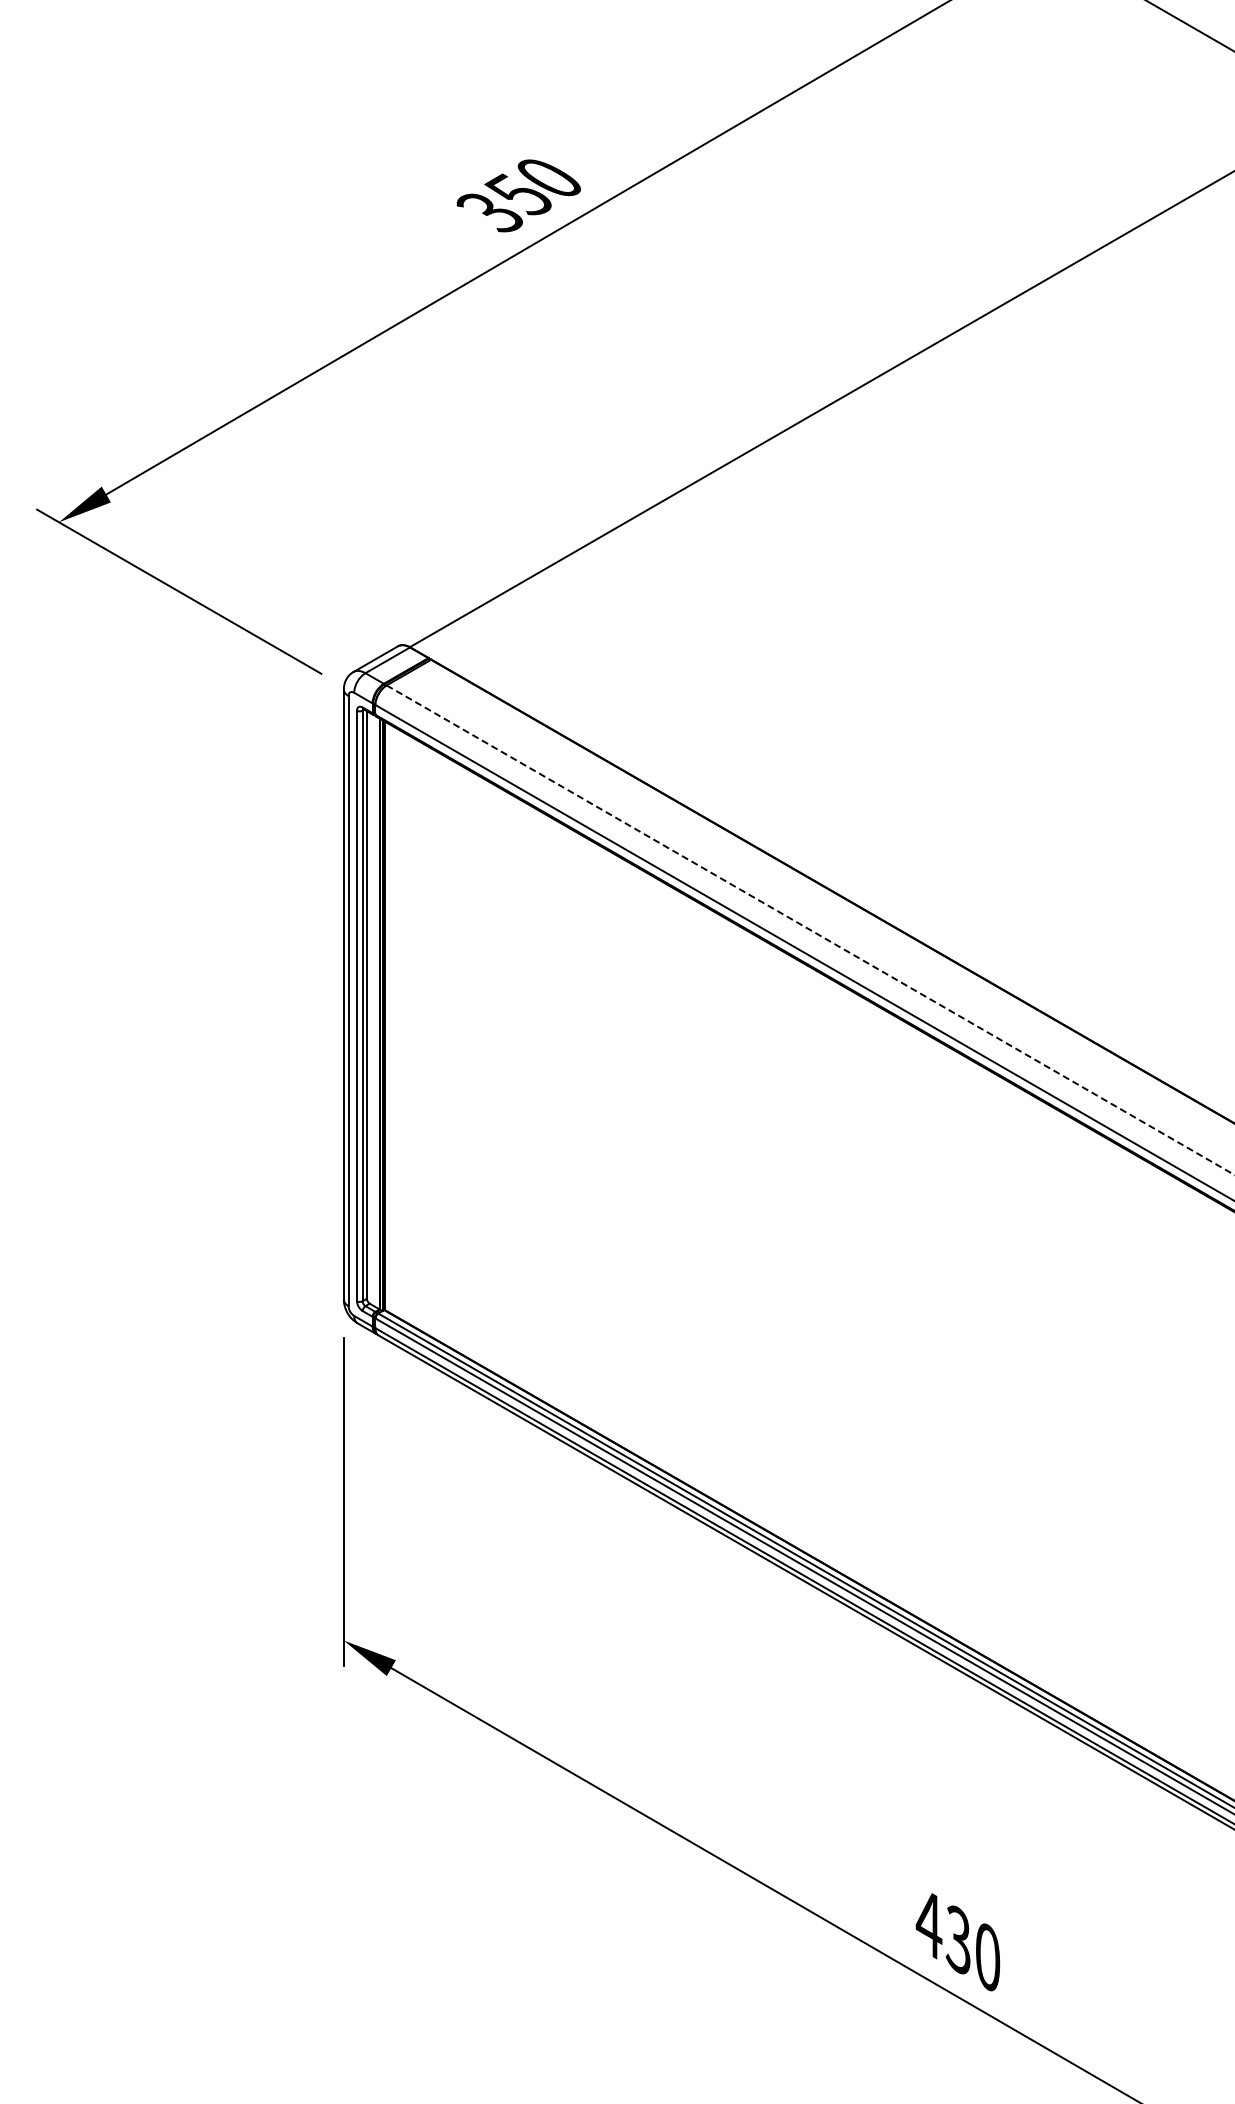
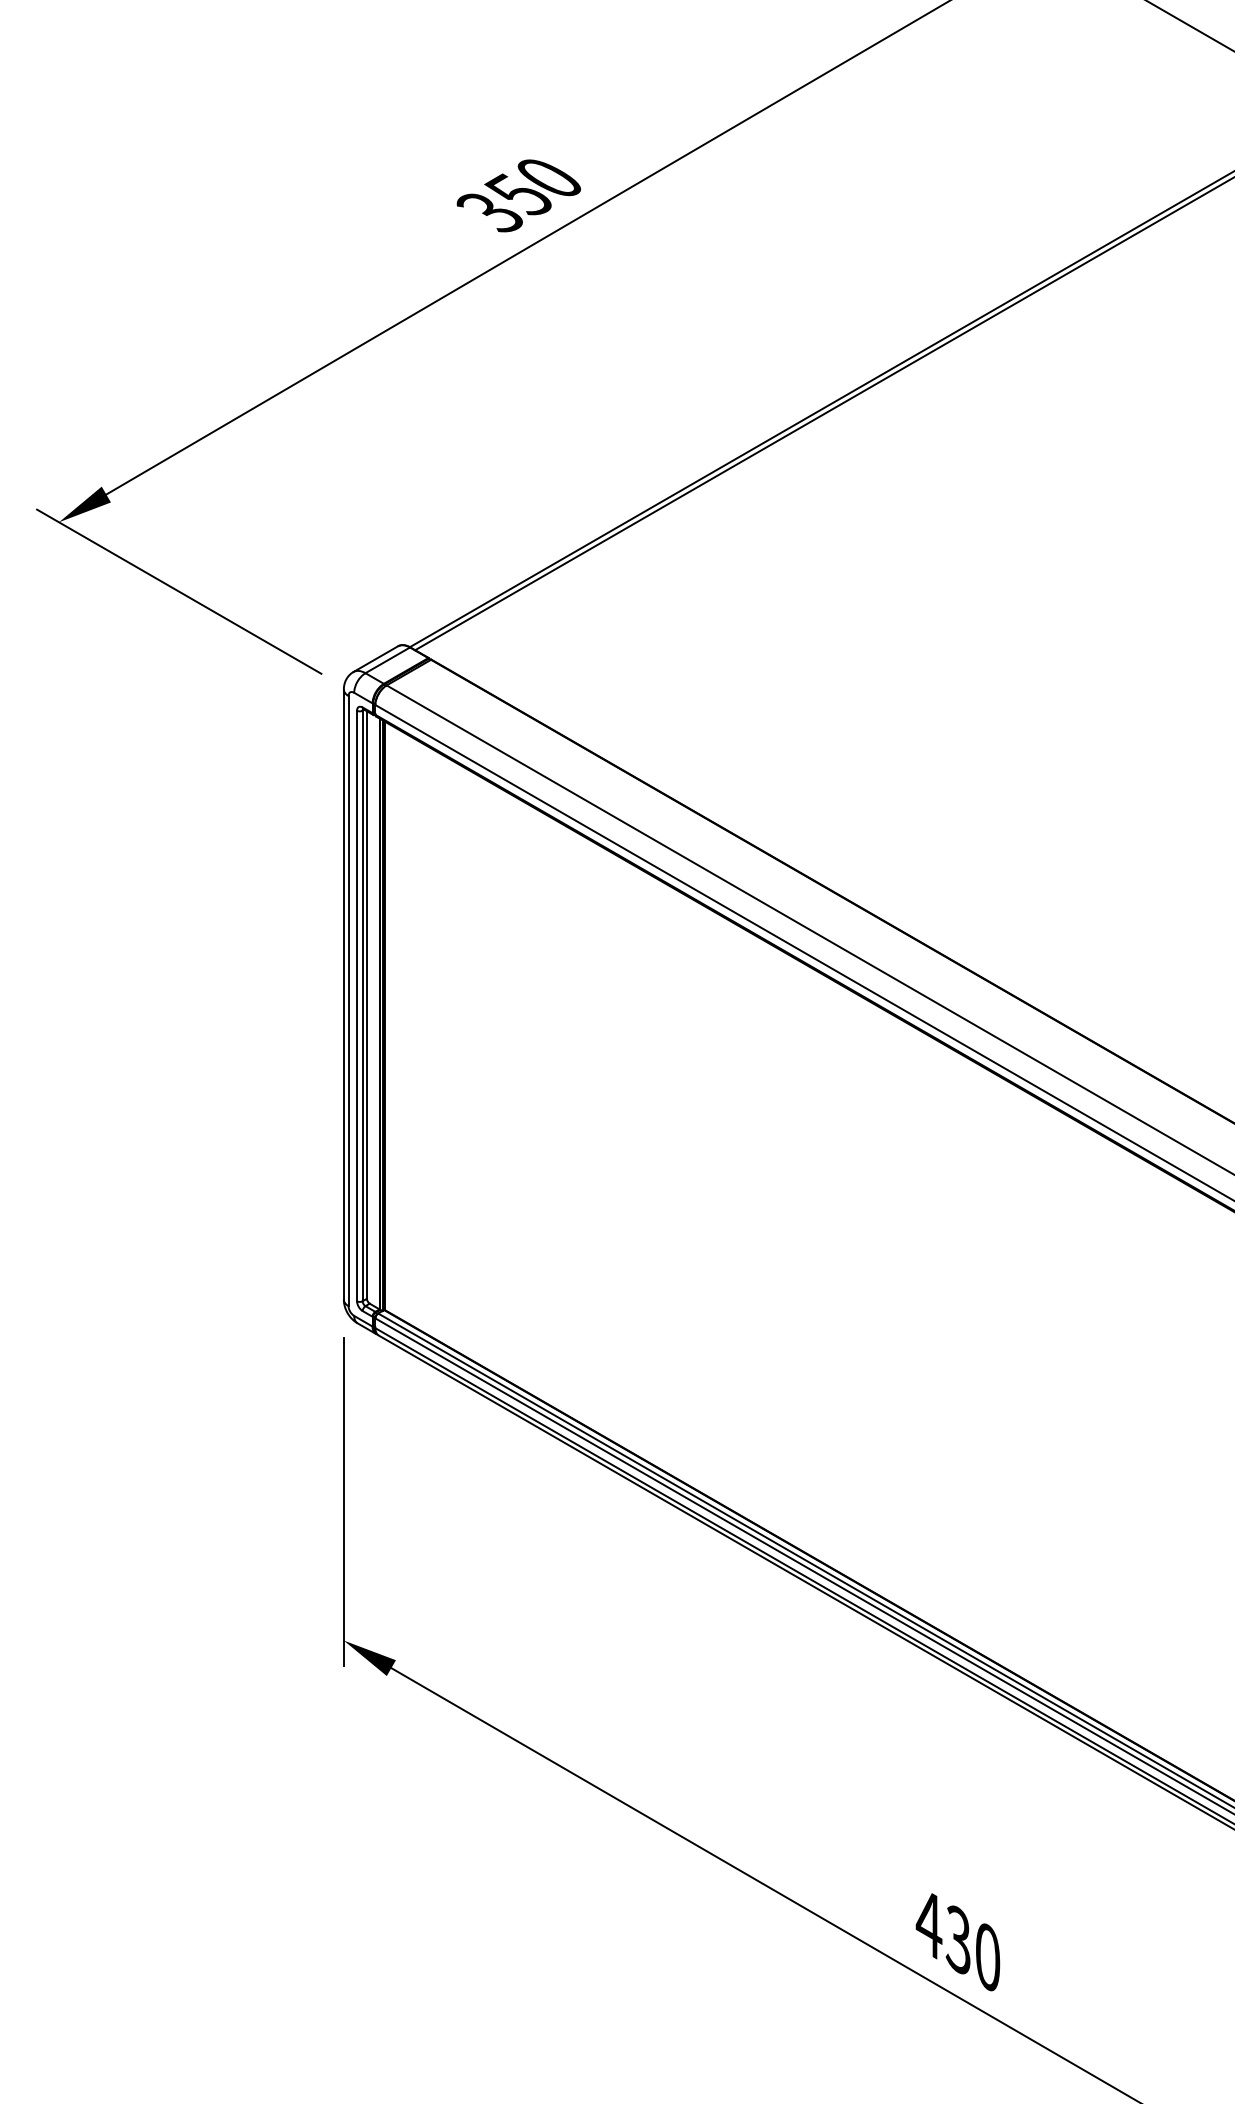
line at (823, 414): none -> present
line at (811, 930): dashed -> solid
